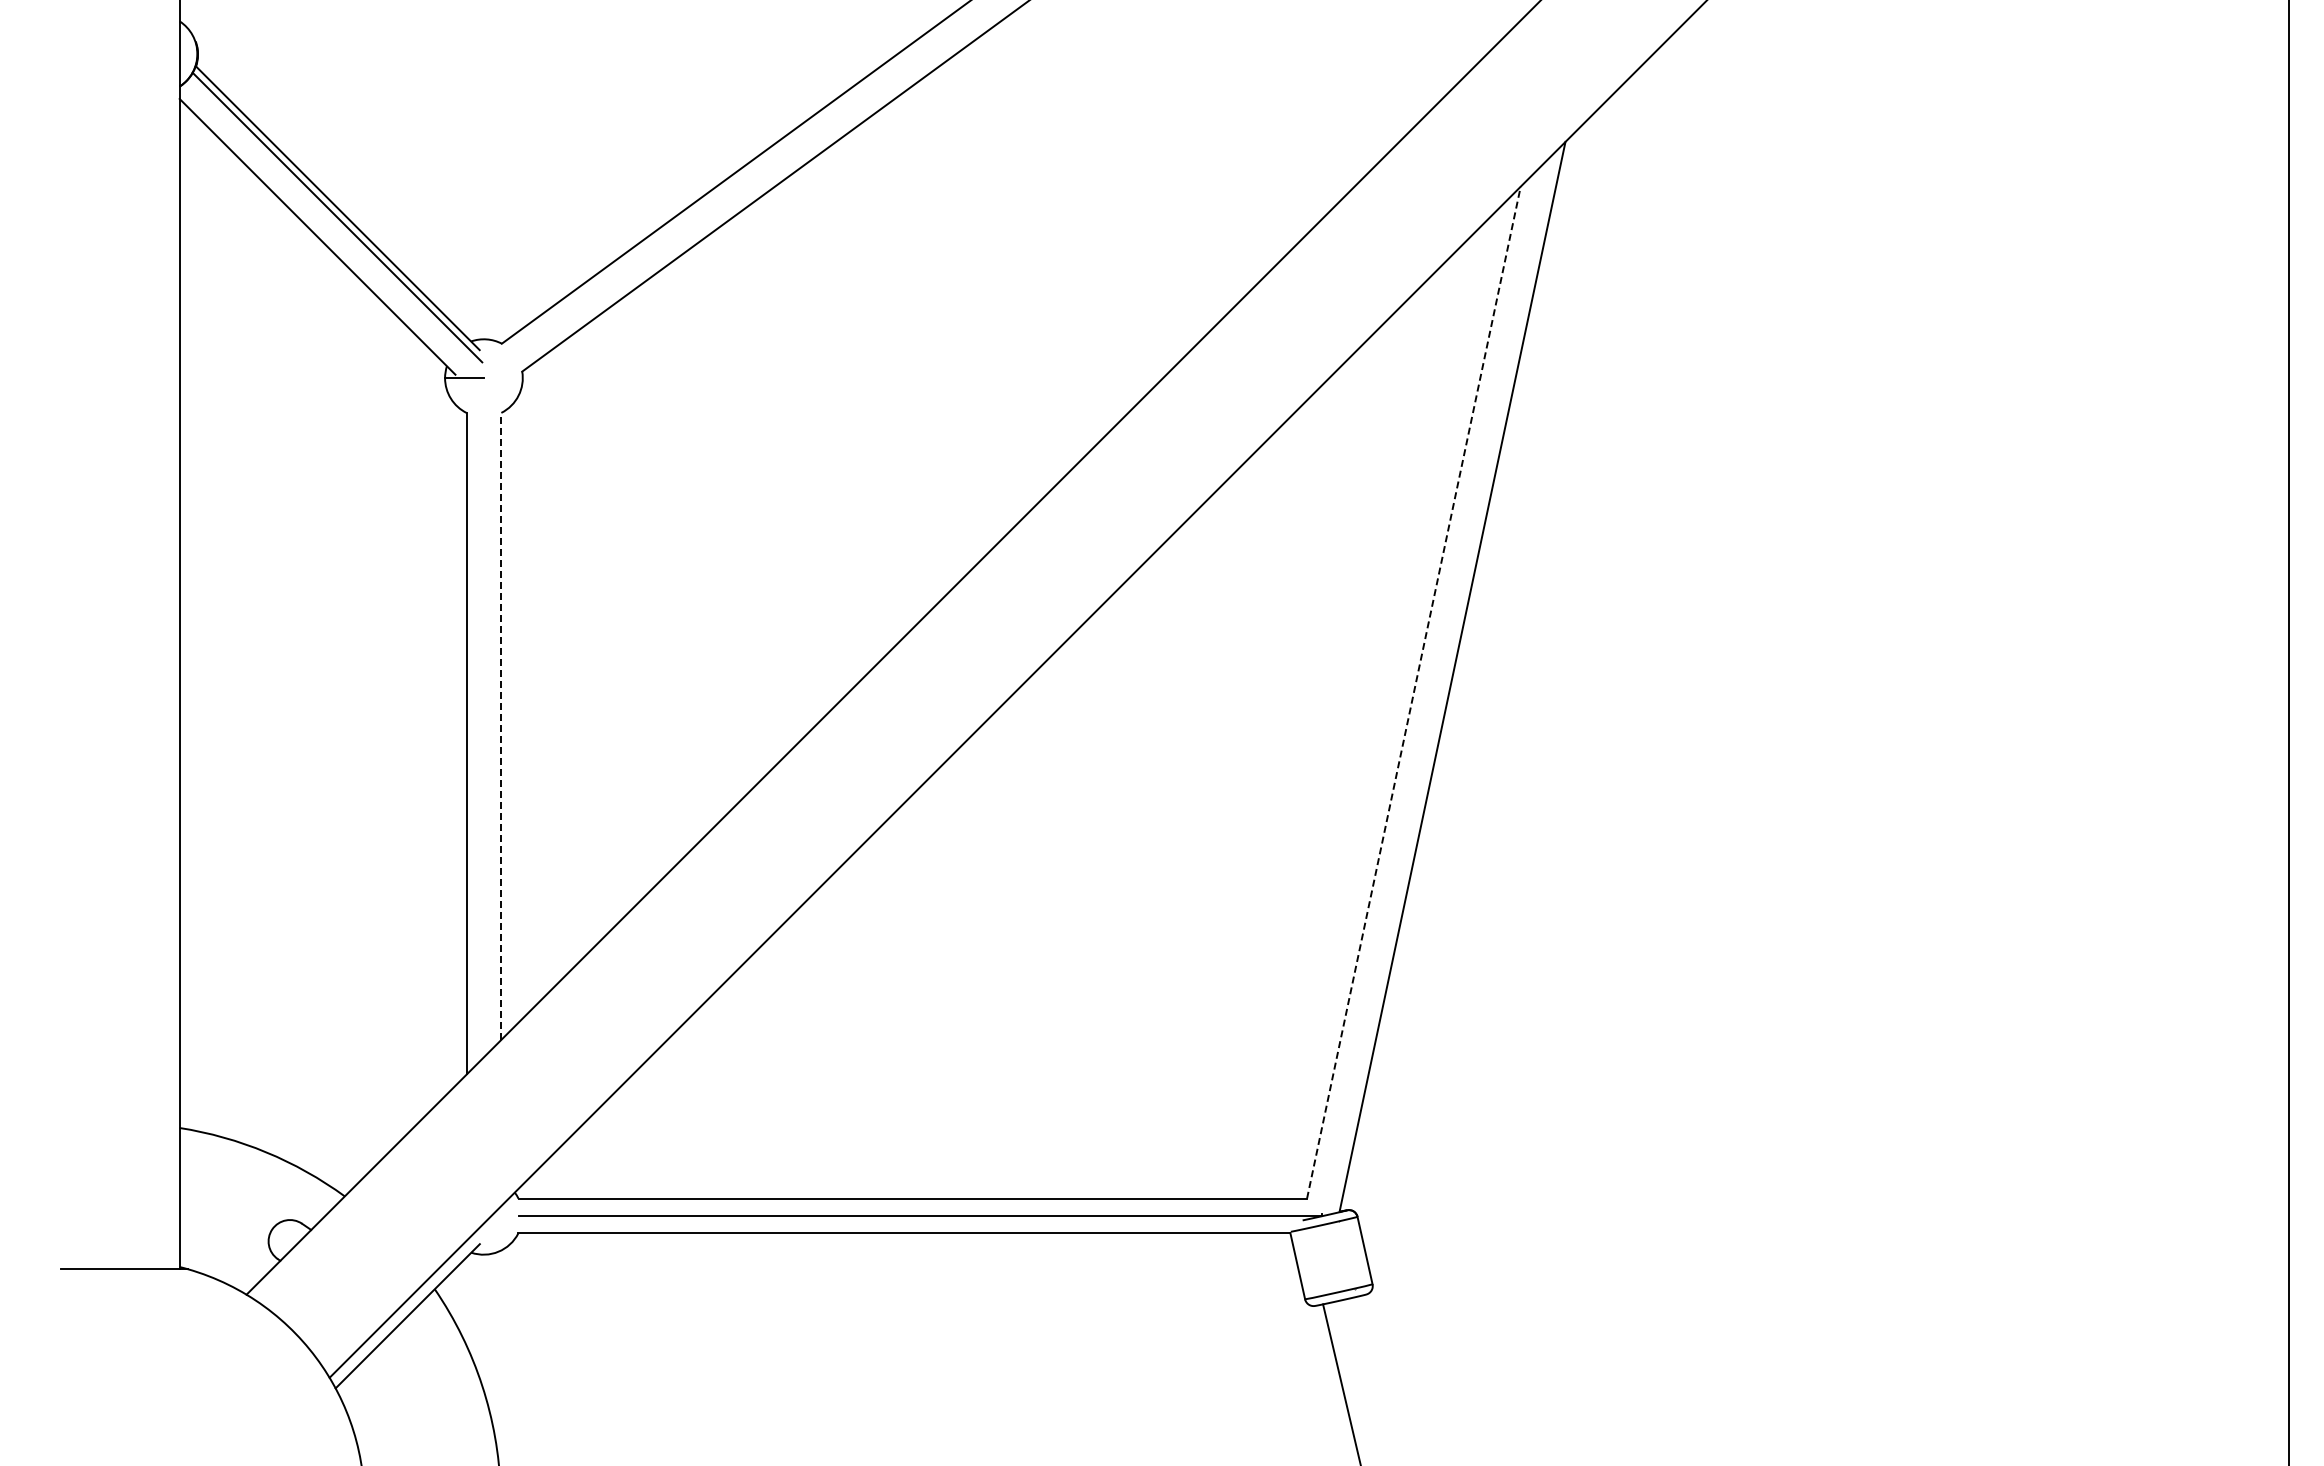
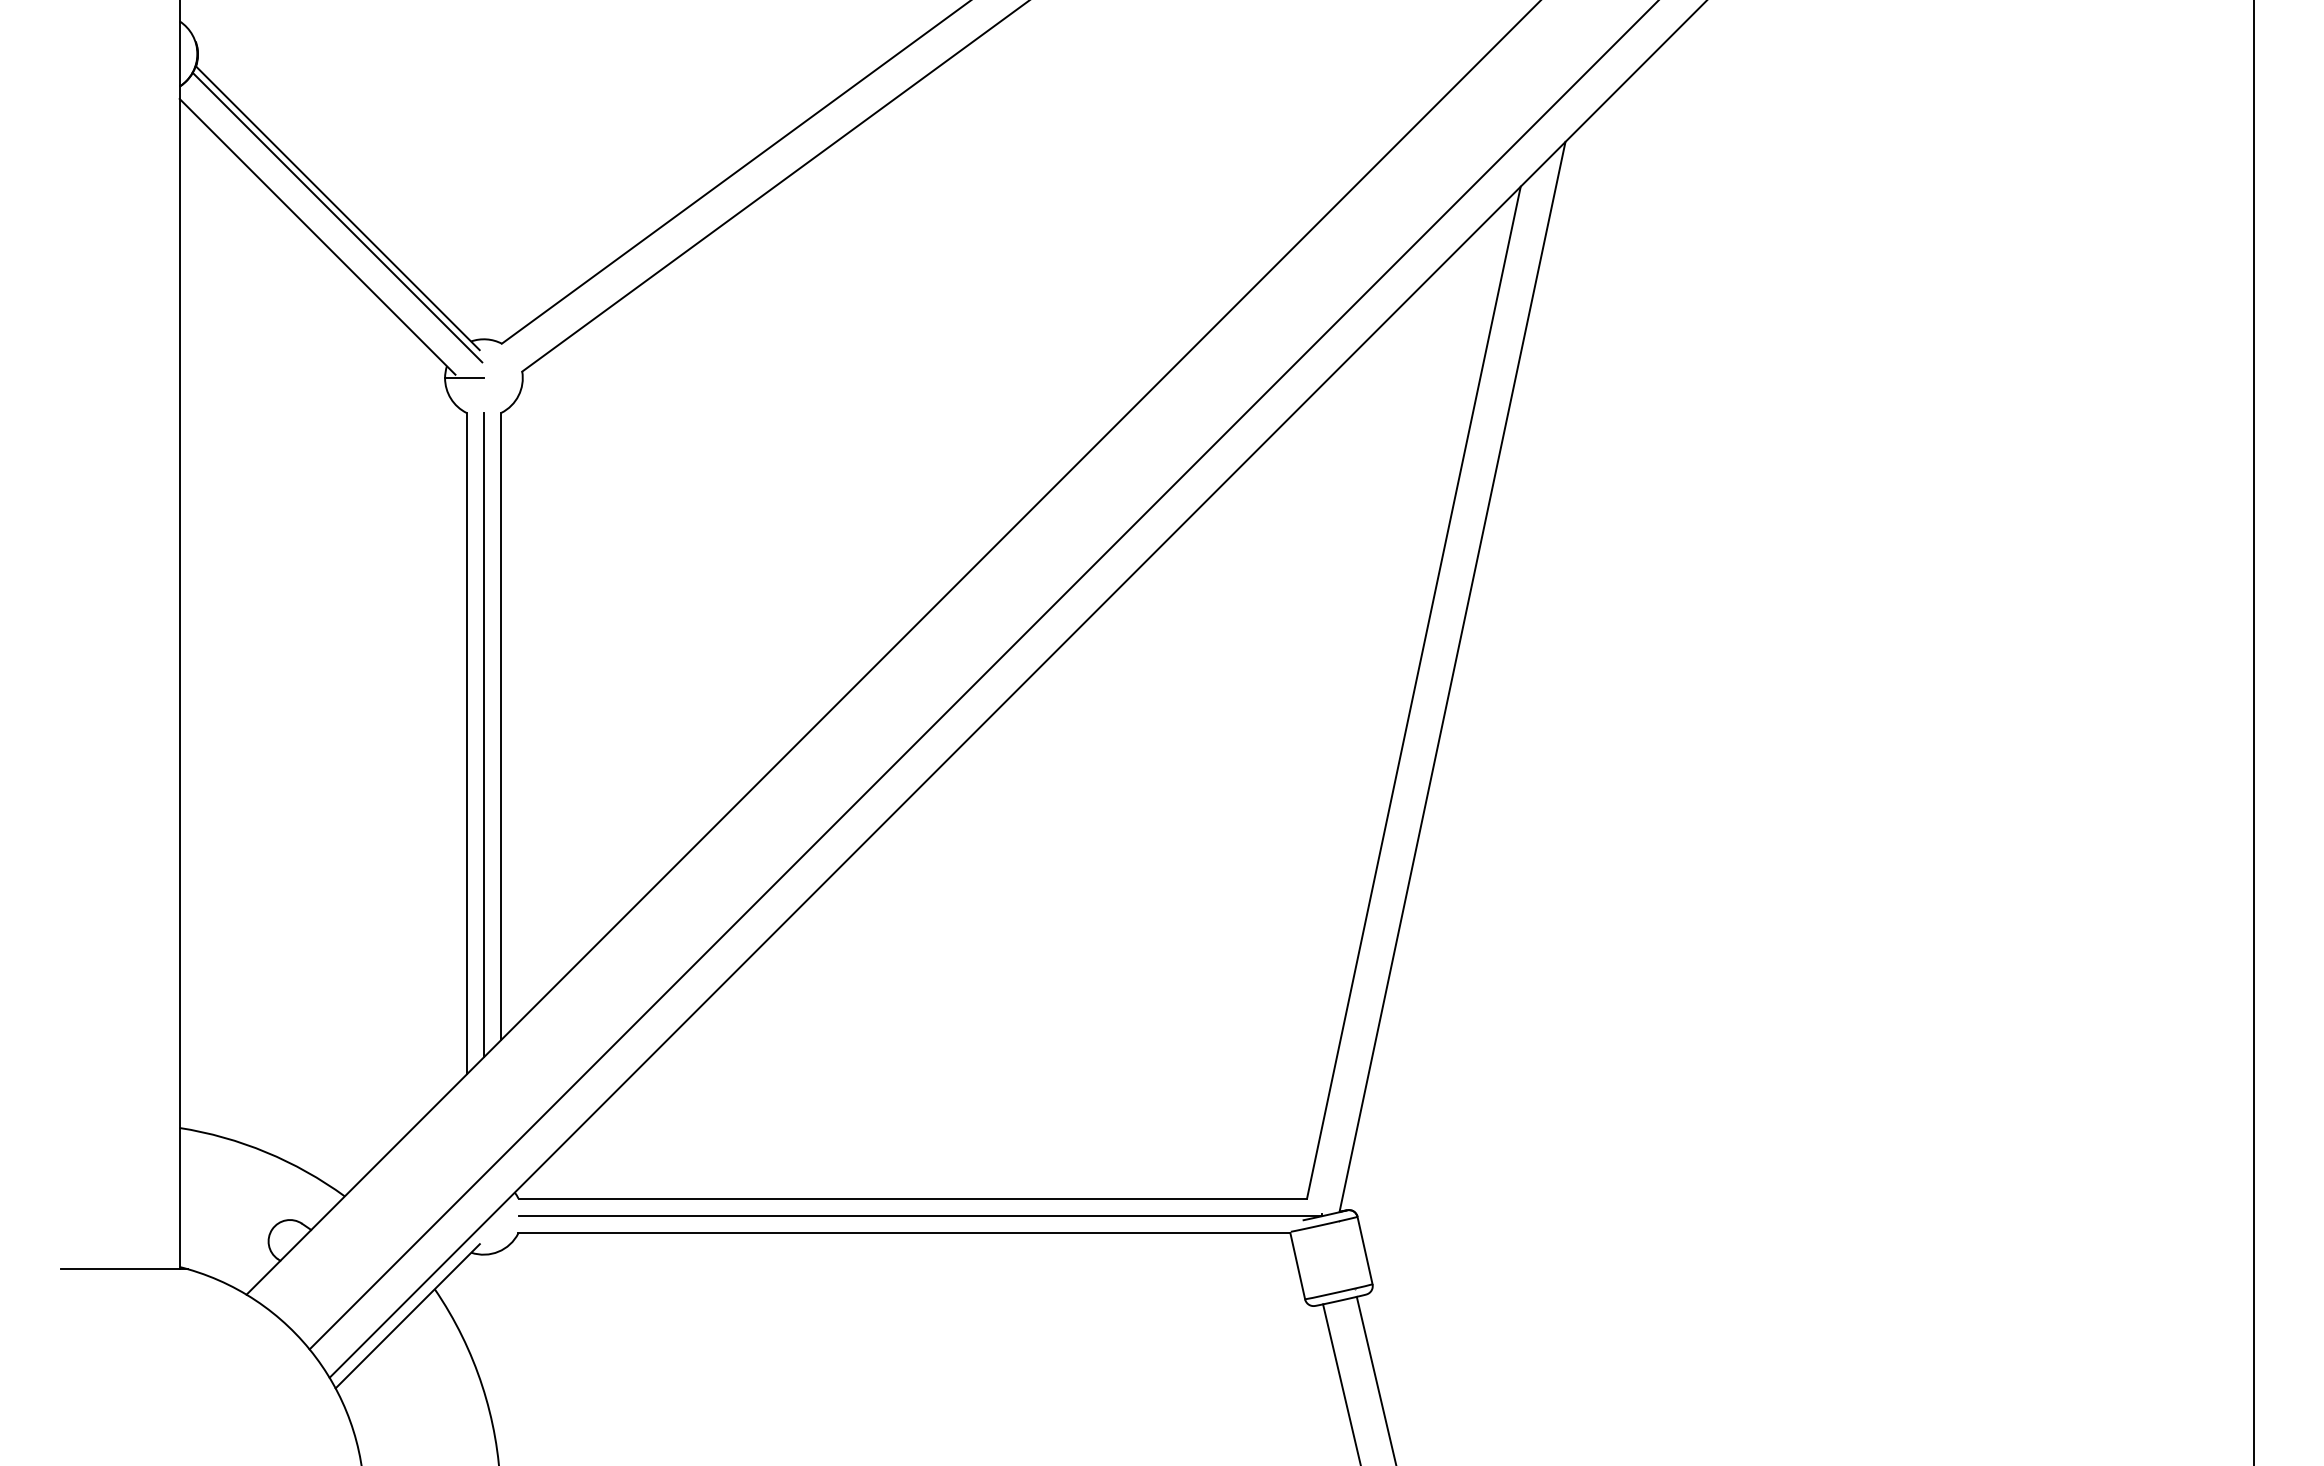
line at (982, 675): none -> present
line at (1414, 692): dashed -> solid
line at (501, 725): dashed -> solid
line at (2289, 732) position: (2289, 732) -> (2254, 732)
line at (484, 734): none -> present
line at (1375, 1379): none -> present
